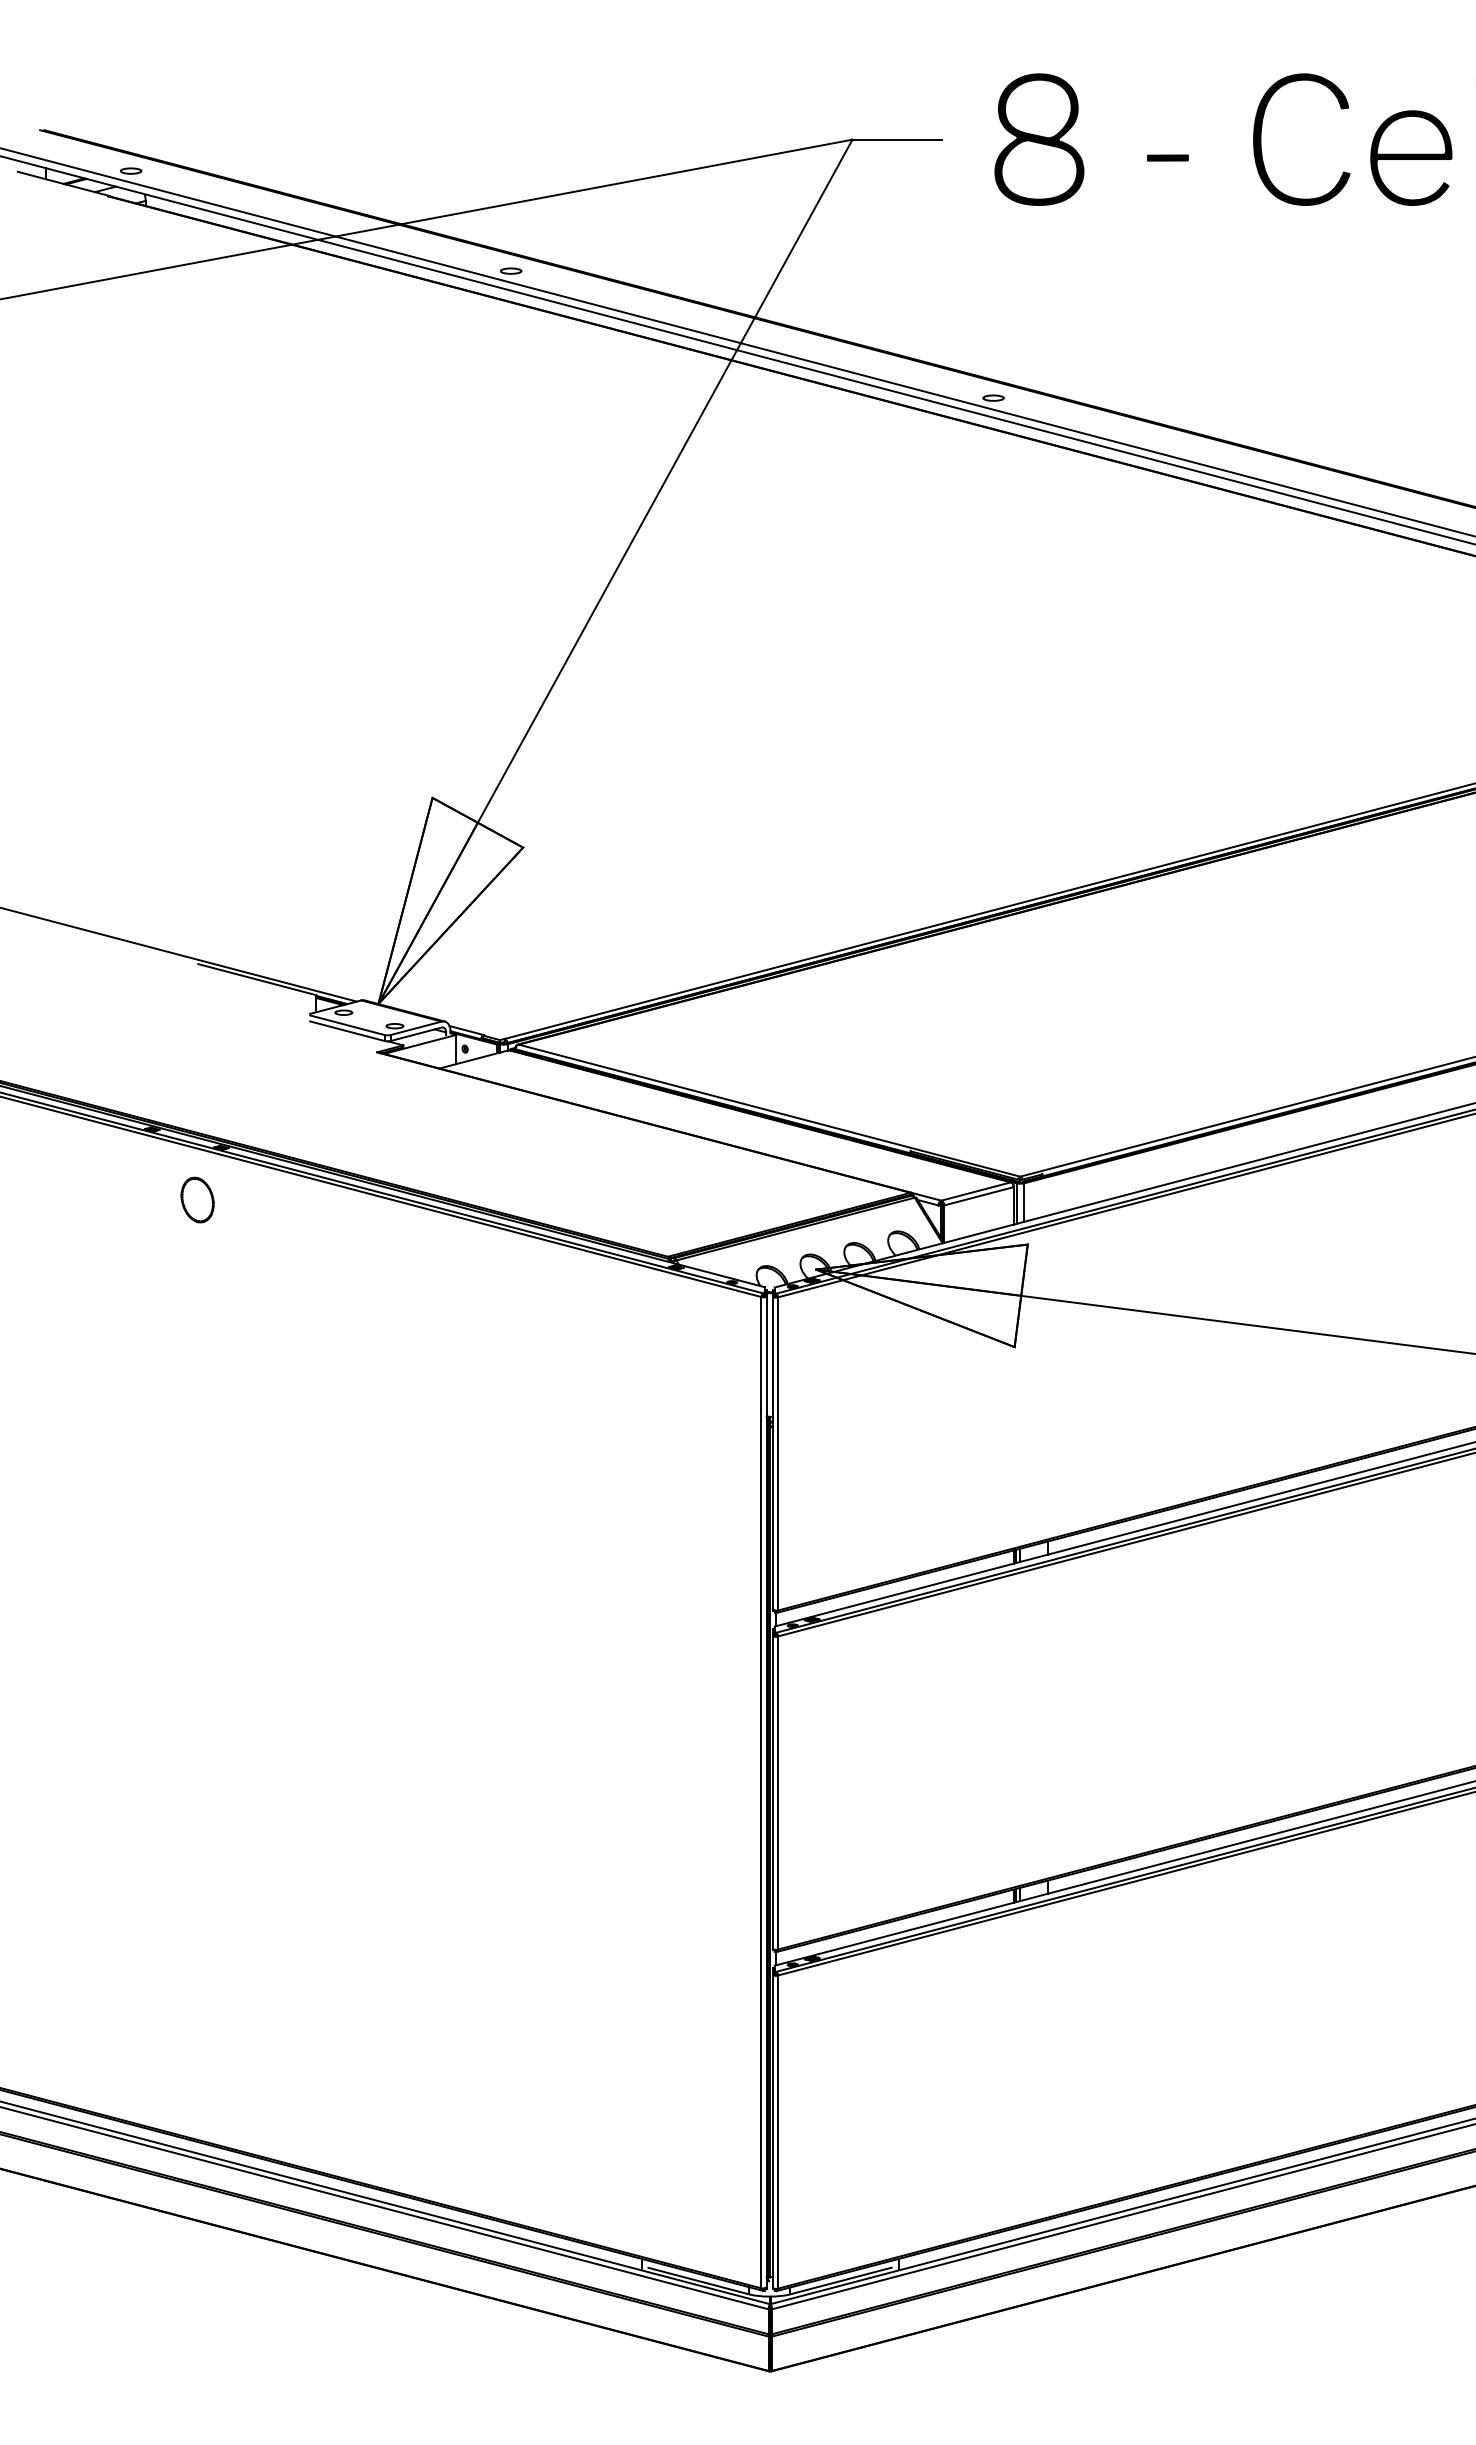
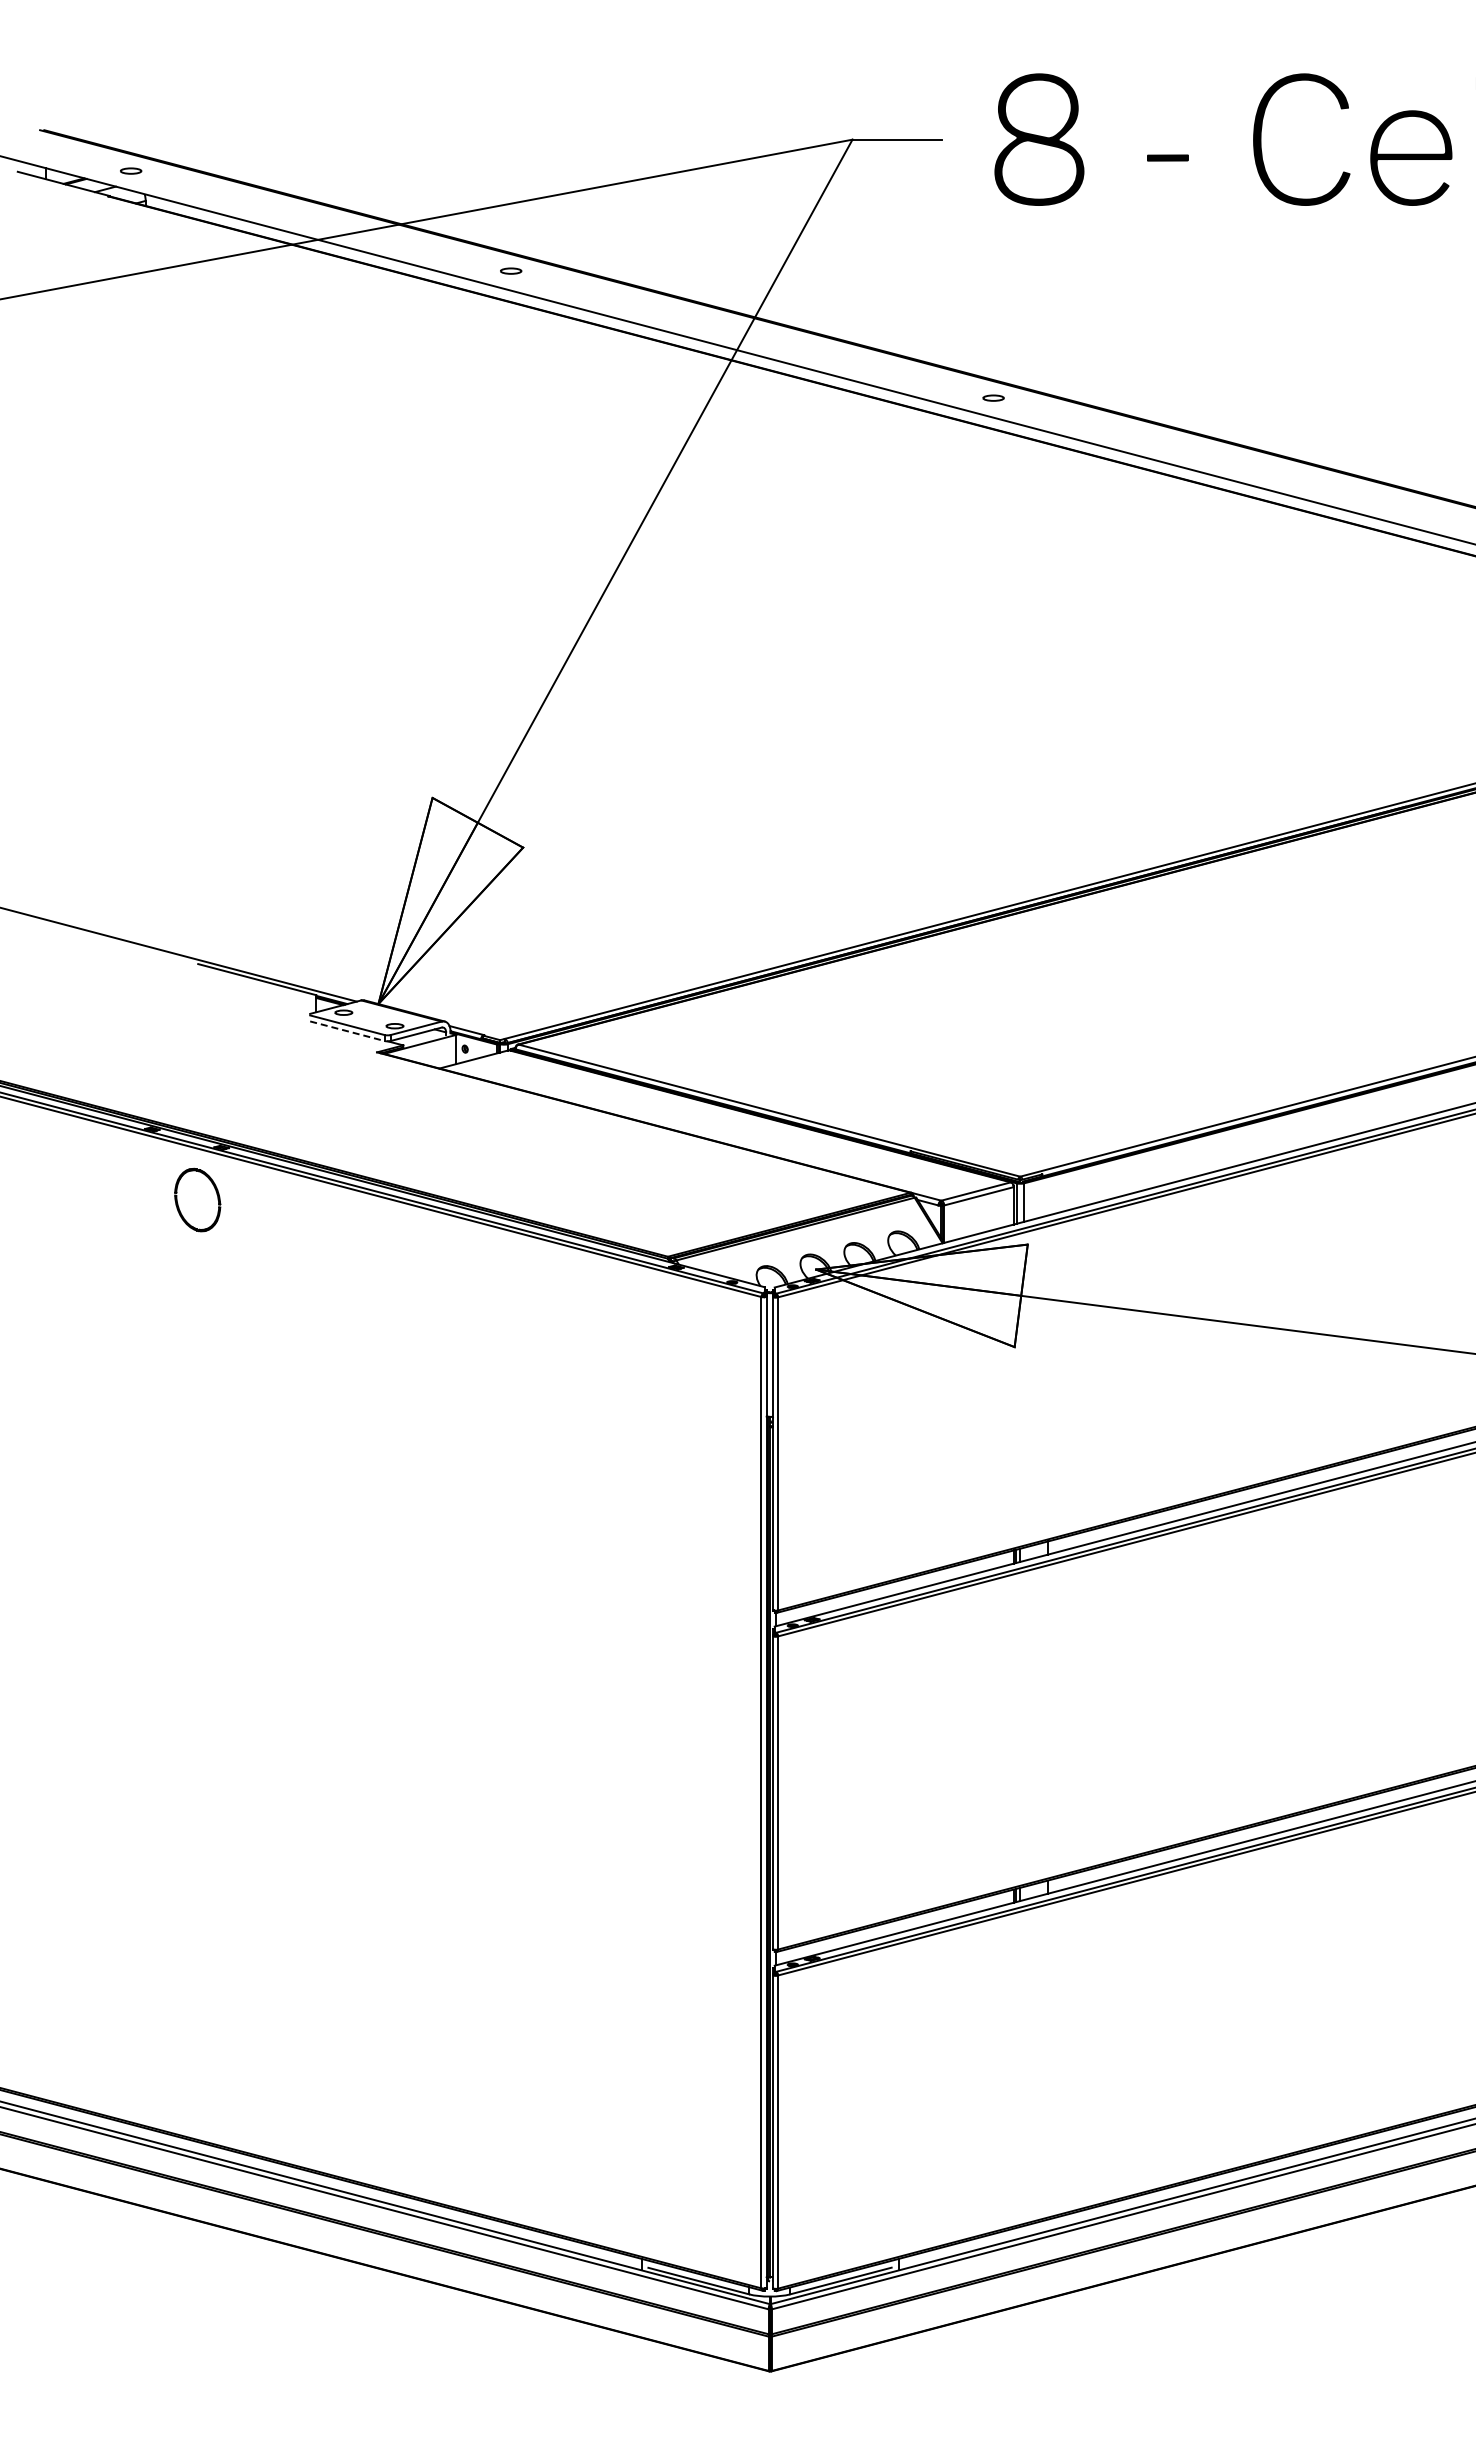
line at (737, 341): present -> none
line at (347, 1031): solid -> dashed
part at (197, 1199) size: 35x48 px -> 48x66 px
